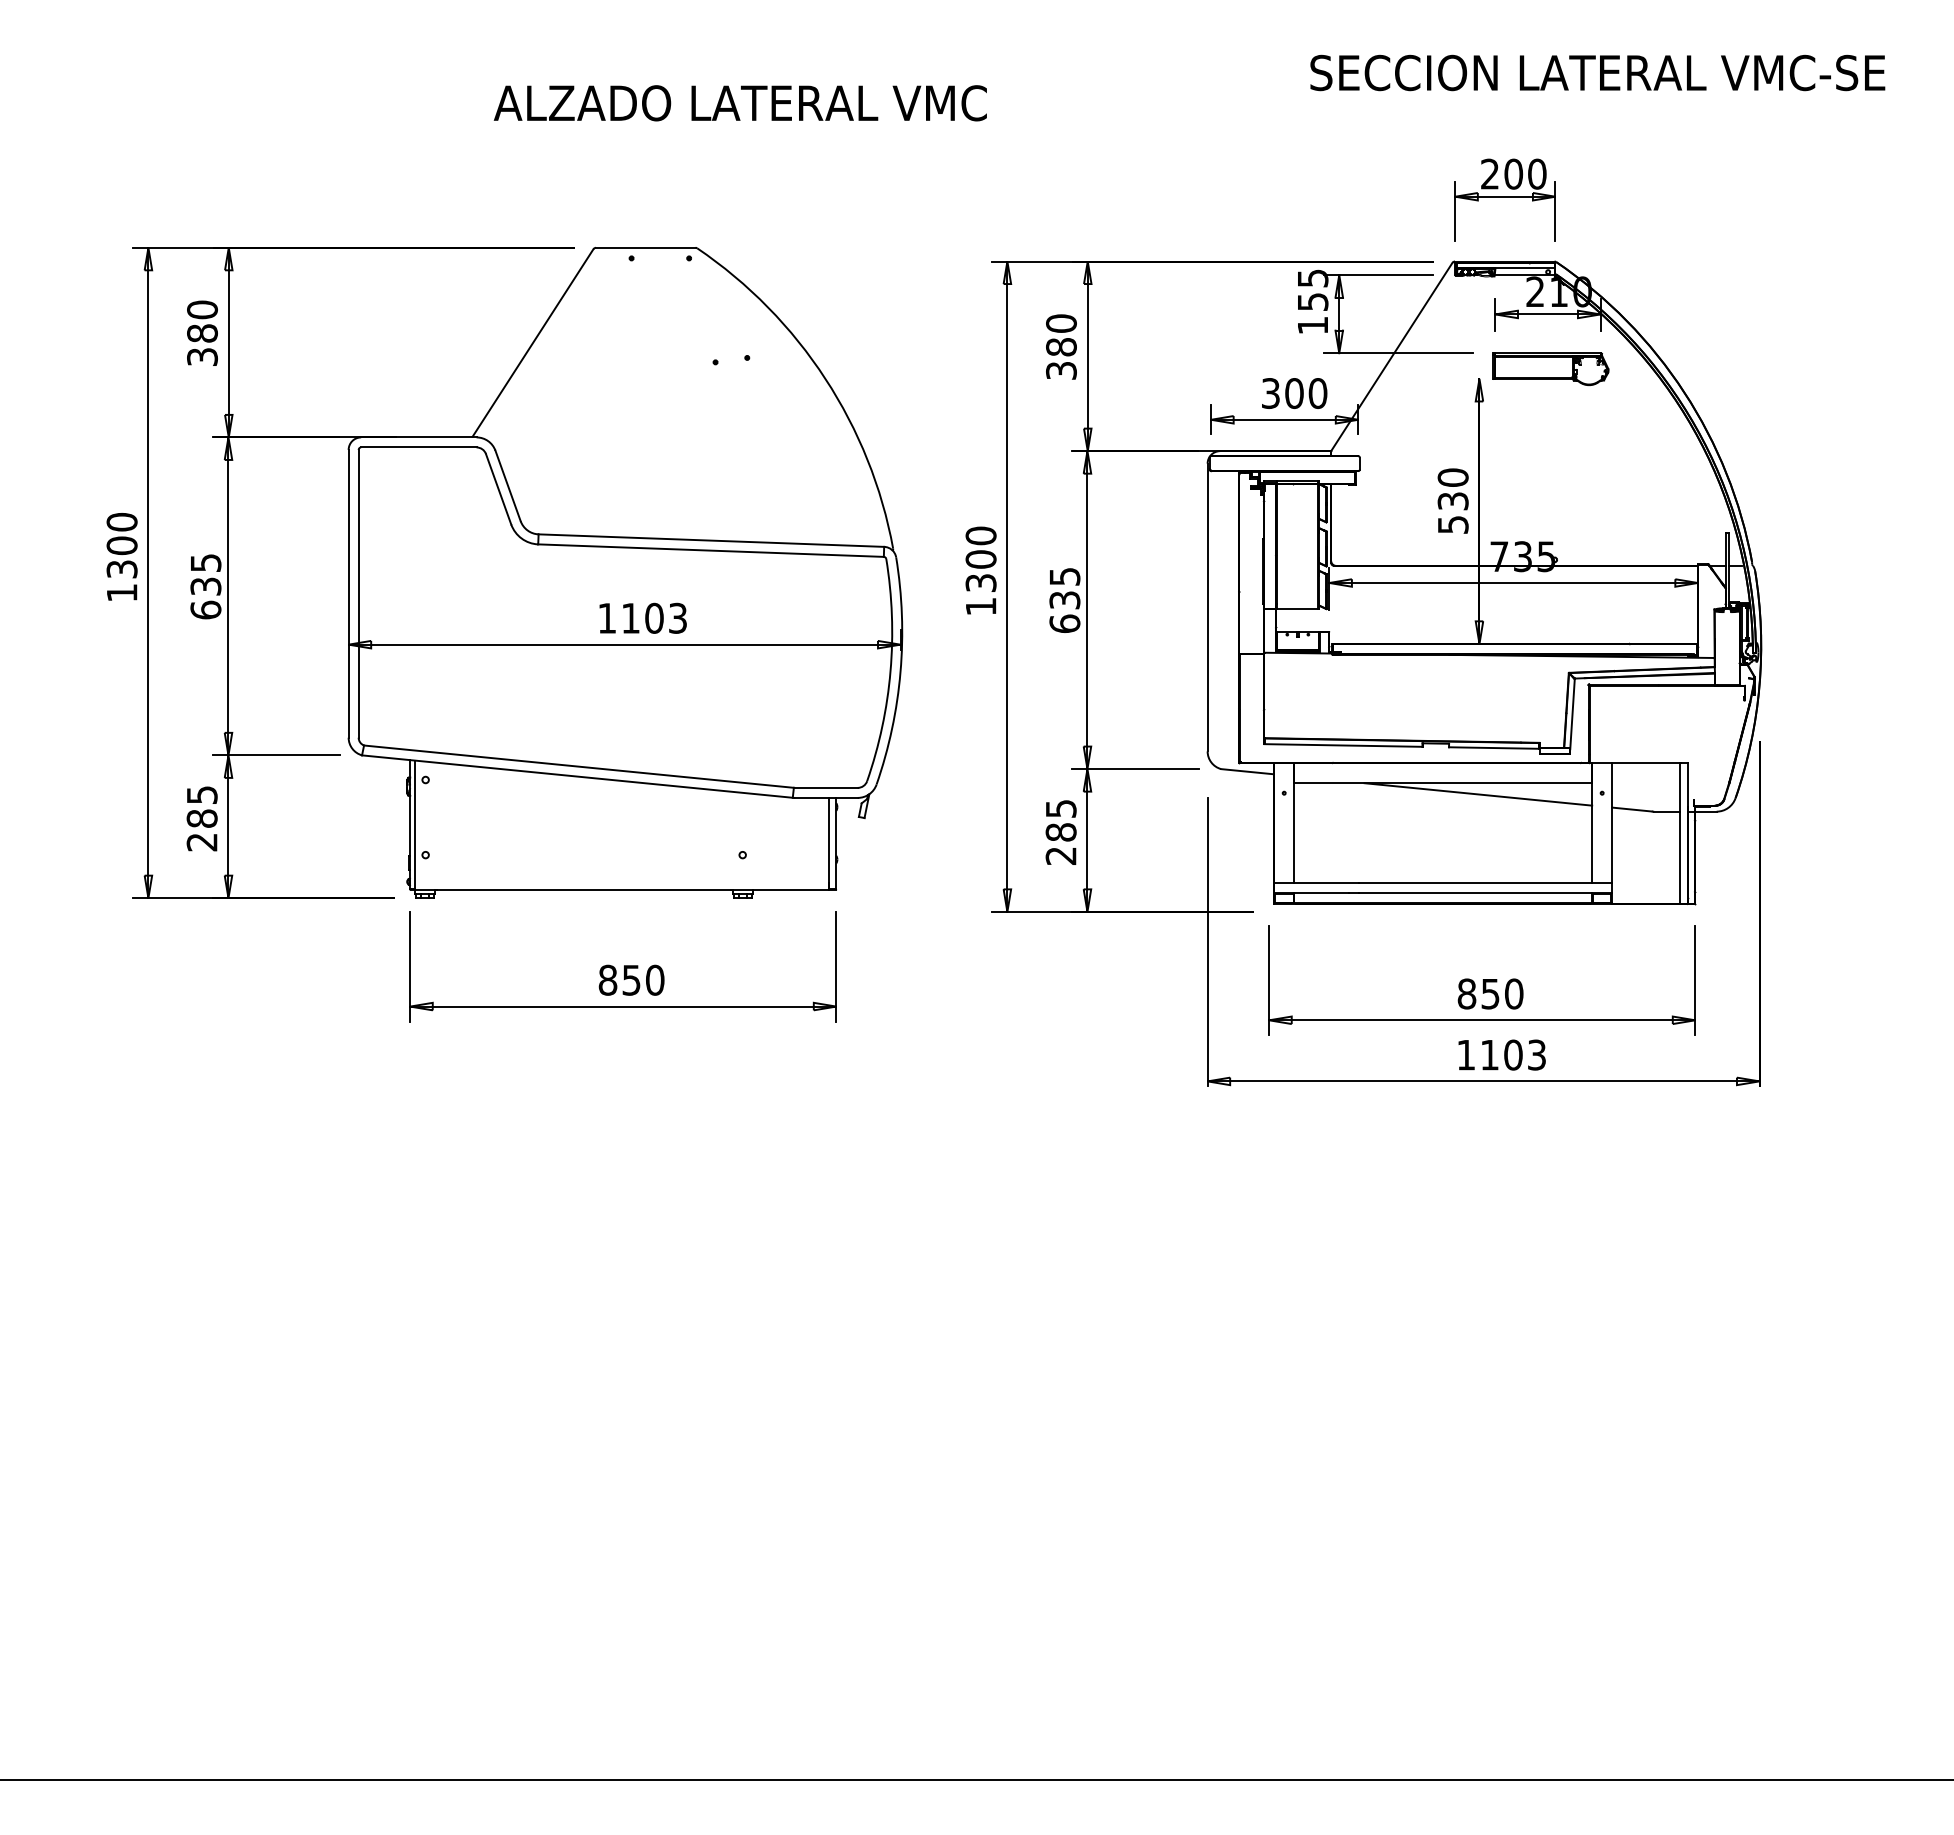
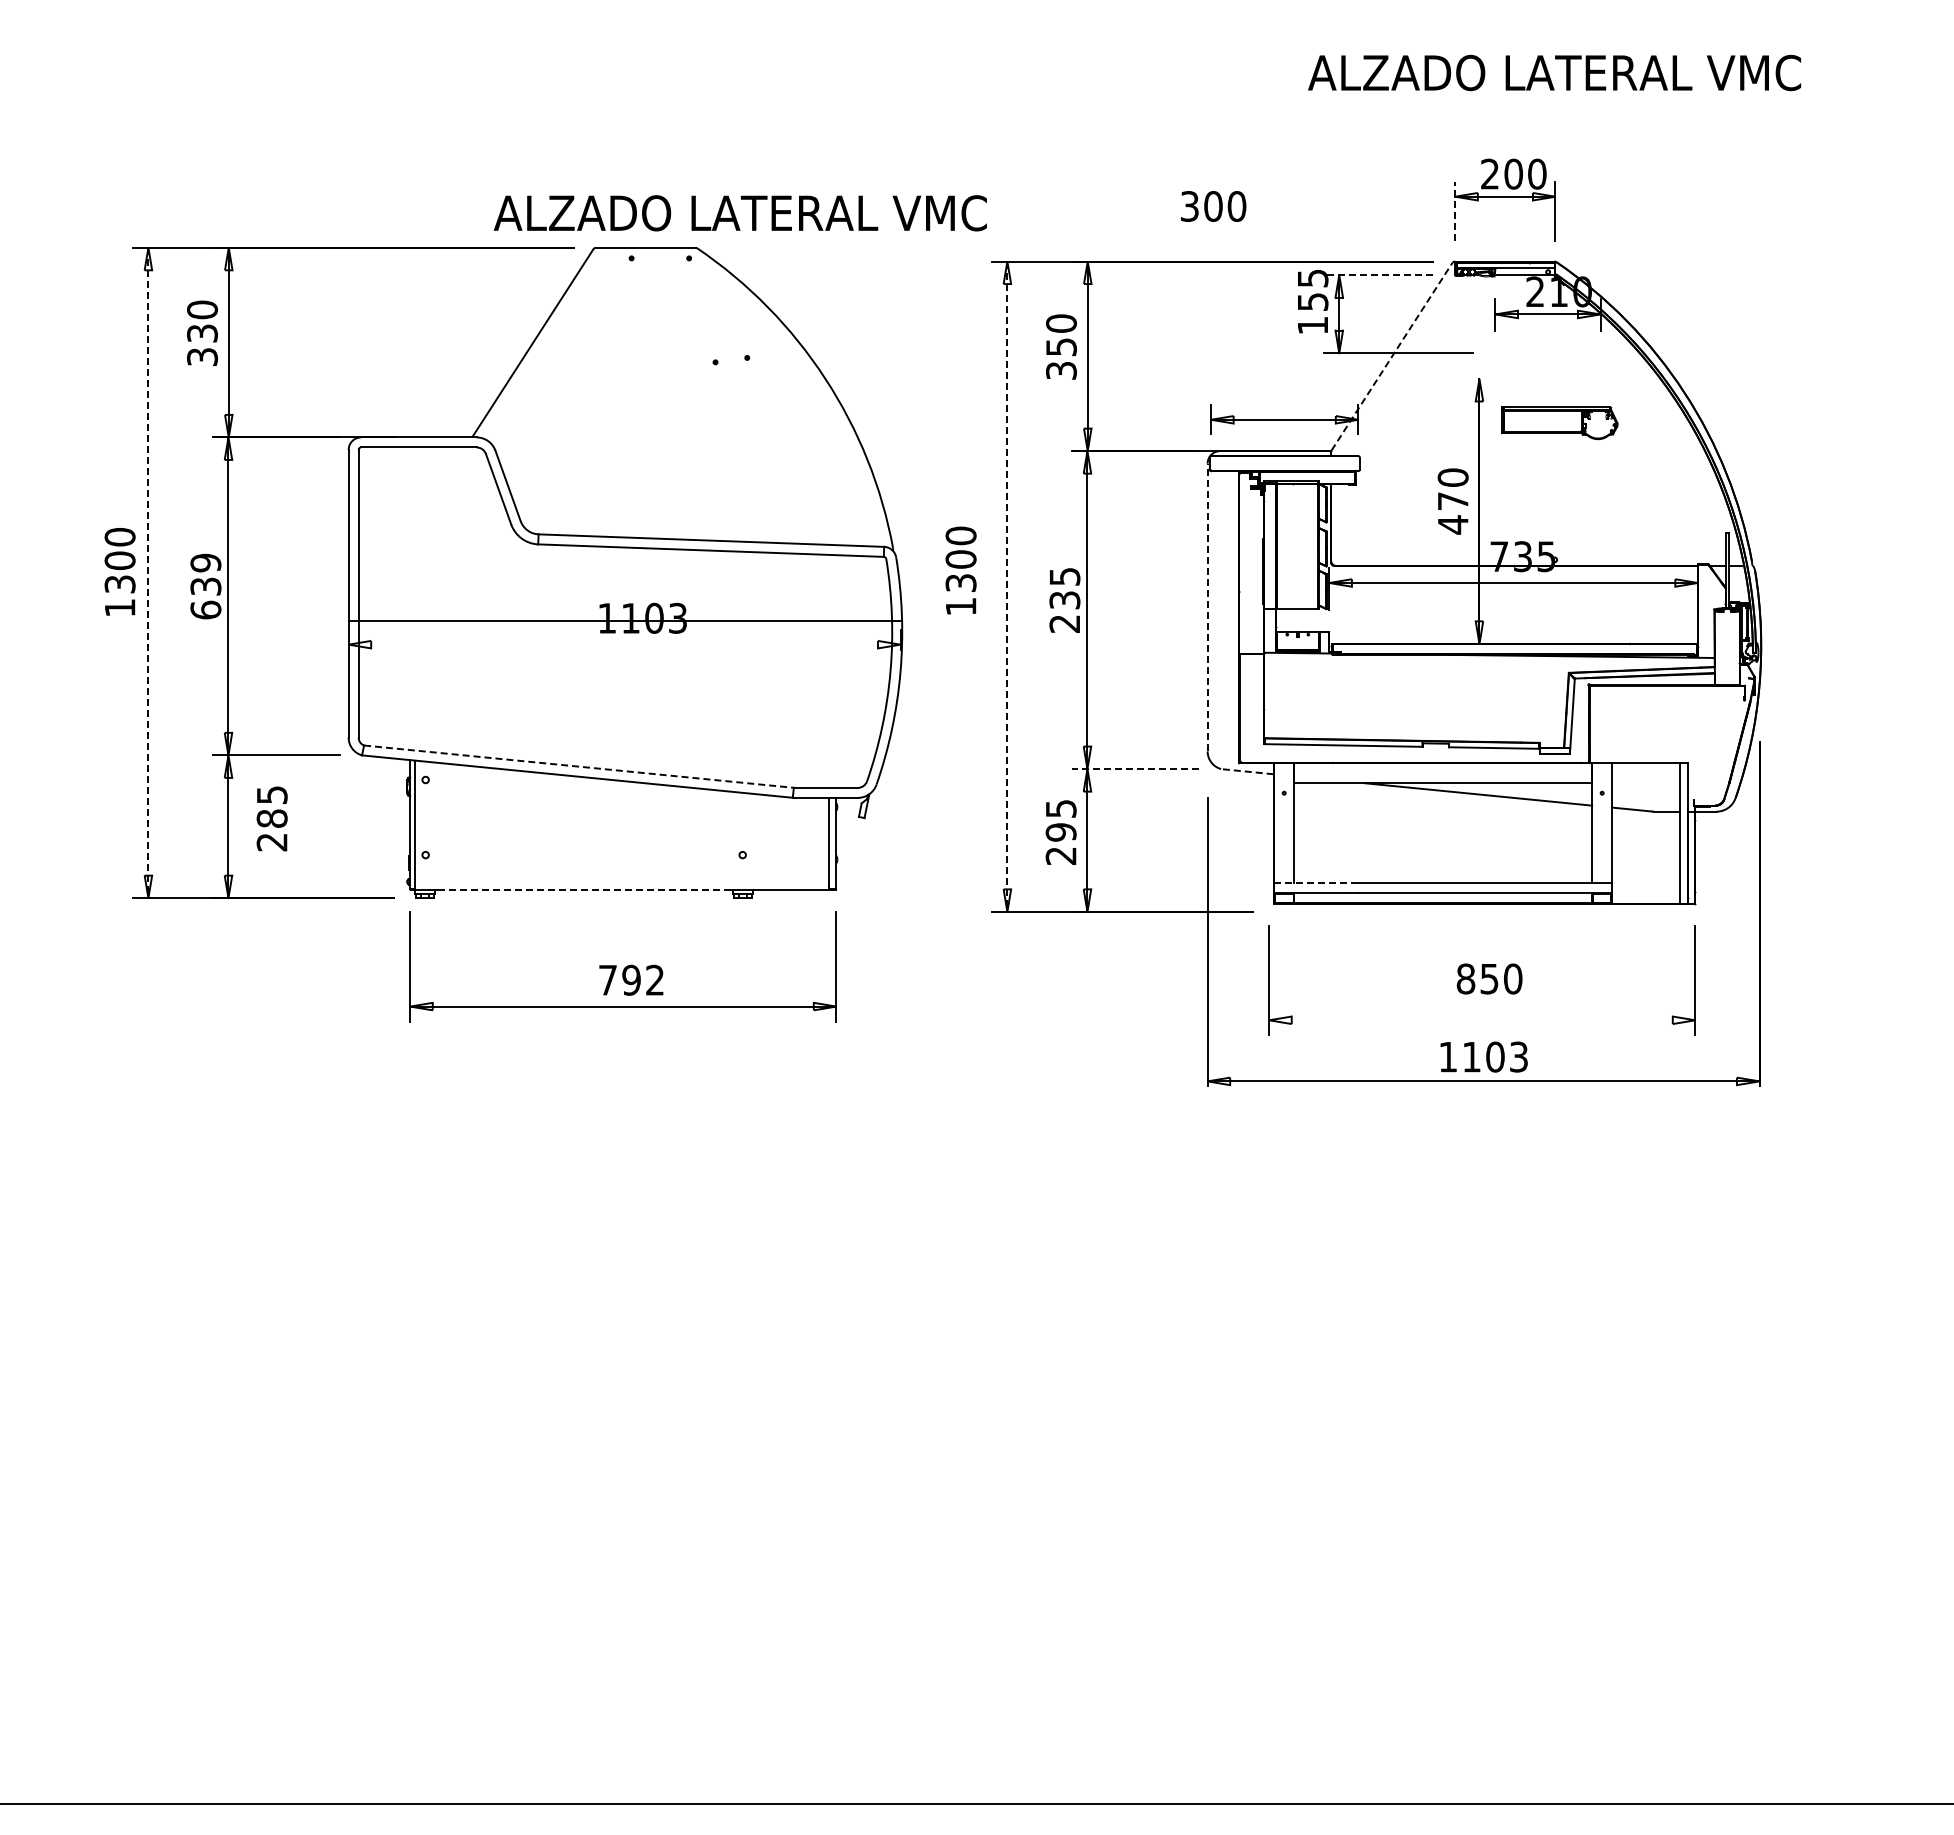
text at (1596, 72): SECCION LATERAL VMC-SE -> ALZADO LATERAL VMC
text at (739, 103) position: (739, 103) -> (739, 213)
line at (1455, 211): solid -> dashed
line at (1378, 275): solid -> dashed
text at (202, 333): 380 -> 330
text at (1061, 347): 380 -> 350
line at (1392, 356): solid -> dashed
part at (1550, 369) position: (1550, 369) -> (1559, 423)
text at (1294, 393) position: (1294, 393) -> (1213, 206)
text at (1452, 513): 530 -> 470
text at (121, 556) position: (121, 556) -> (119, 571)
text at (205, 562): 635 -> 639
text at (980, 570) position: (980, 570) -> (960, 570)
line at (148, 573): solid -> dashed
line at (1007, 587): solid -> dashed
line at (1207, 607): solid -> dashed
text at (1064, 623): 635 -> 235
line at (624, 644) position: (624, 644) -> (624, 620)
line at (578, 766): solid -> dashed
line at (1134, 769): solid -> dashed
line at (1246, 771): solid -> dashed
text at (201, 818) position: (201, 818) -> (271, 818)
text at (1060, 832): 285 -> 295
line at (1316, 883): solid -> dashed
line at (584, 890): solid -> dashed
text at (631, 979): 850 -> 792
text at (1490, 993) position: (1490, 993) -> (1489, 978)
line at (1482, 1020): present -> none
text at (1501, 1054) position: (1501, 1054) -> (1483, 1056)
line at (976, 1780) position: (976, 1780) -> (976, 1804)
